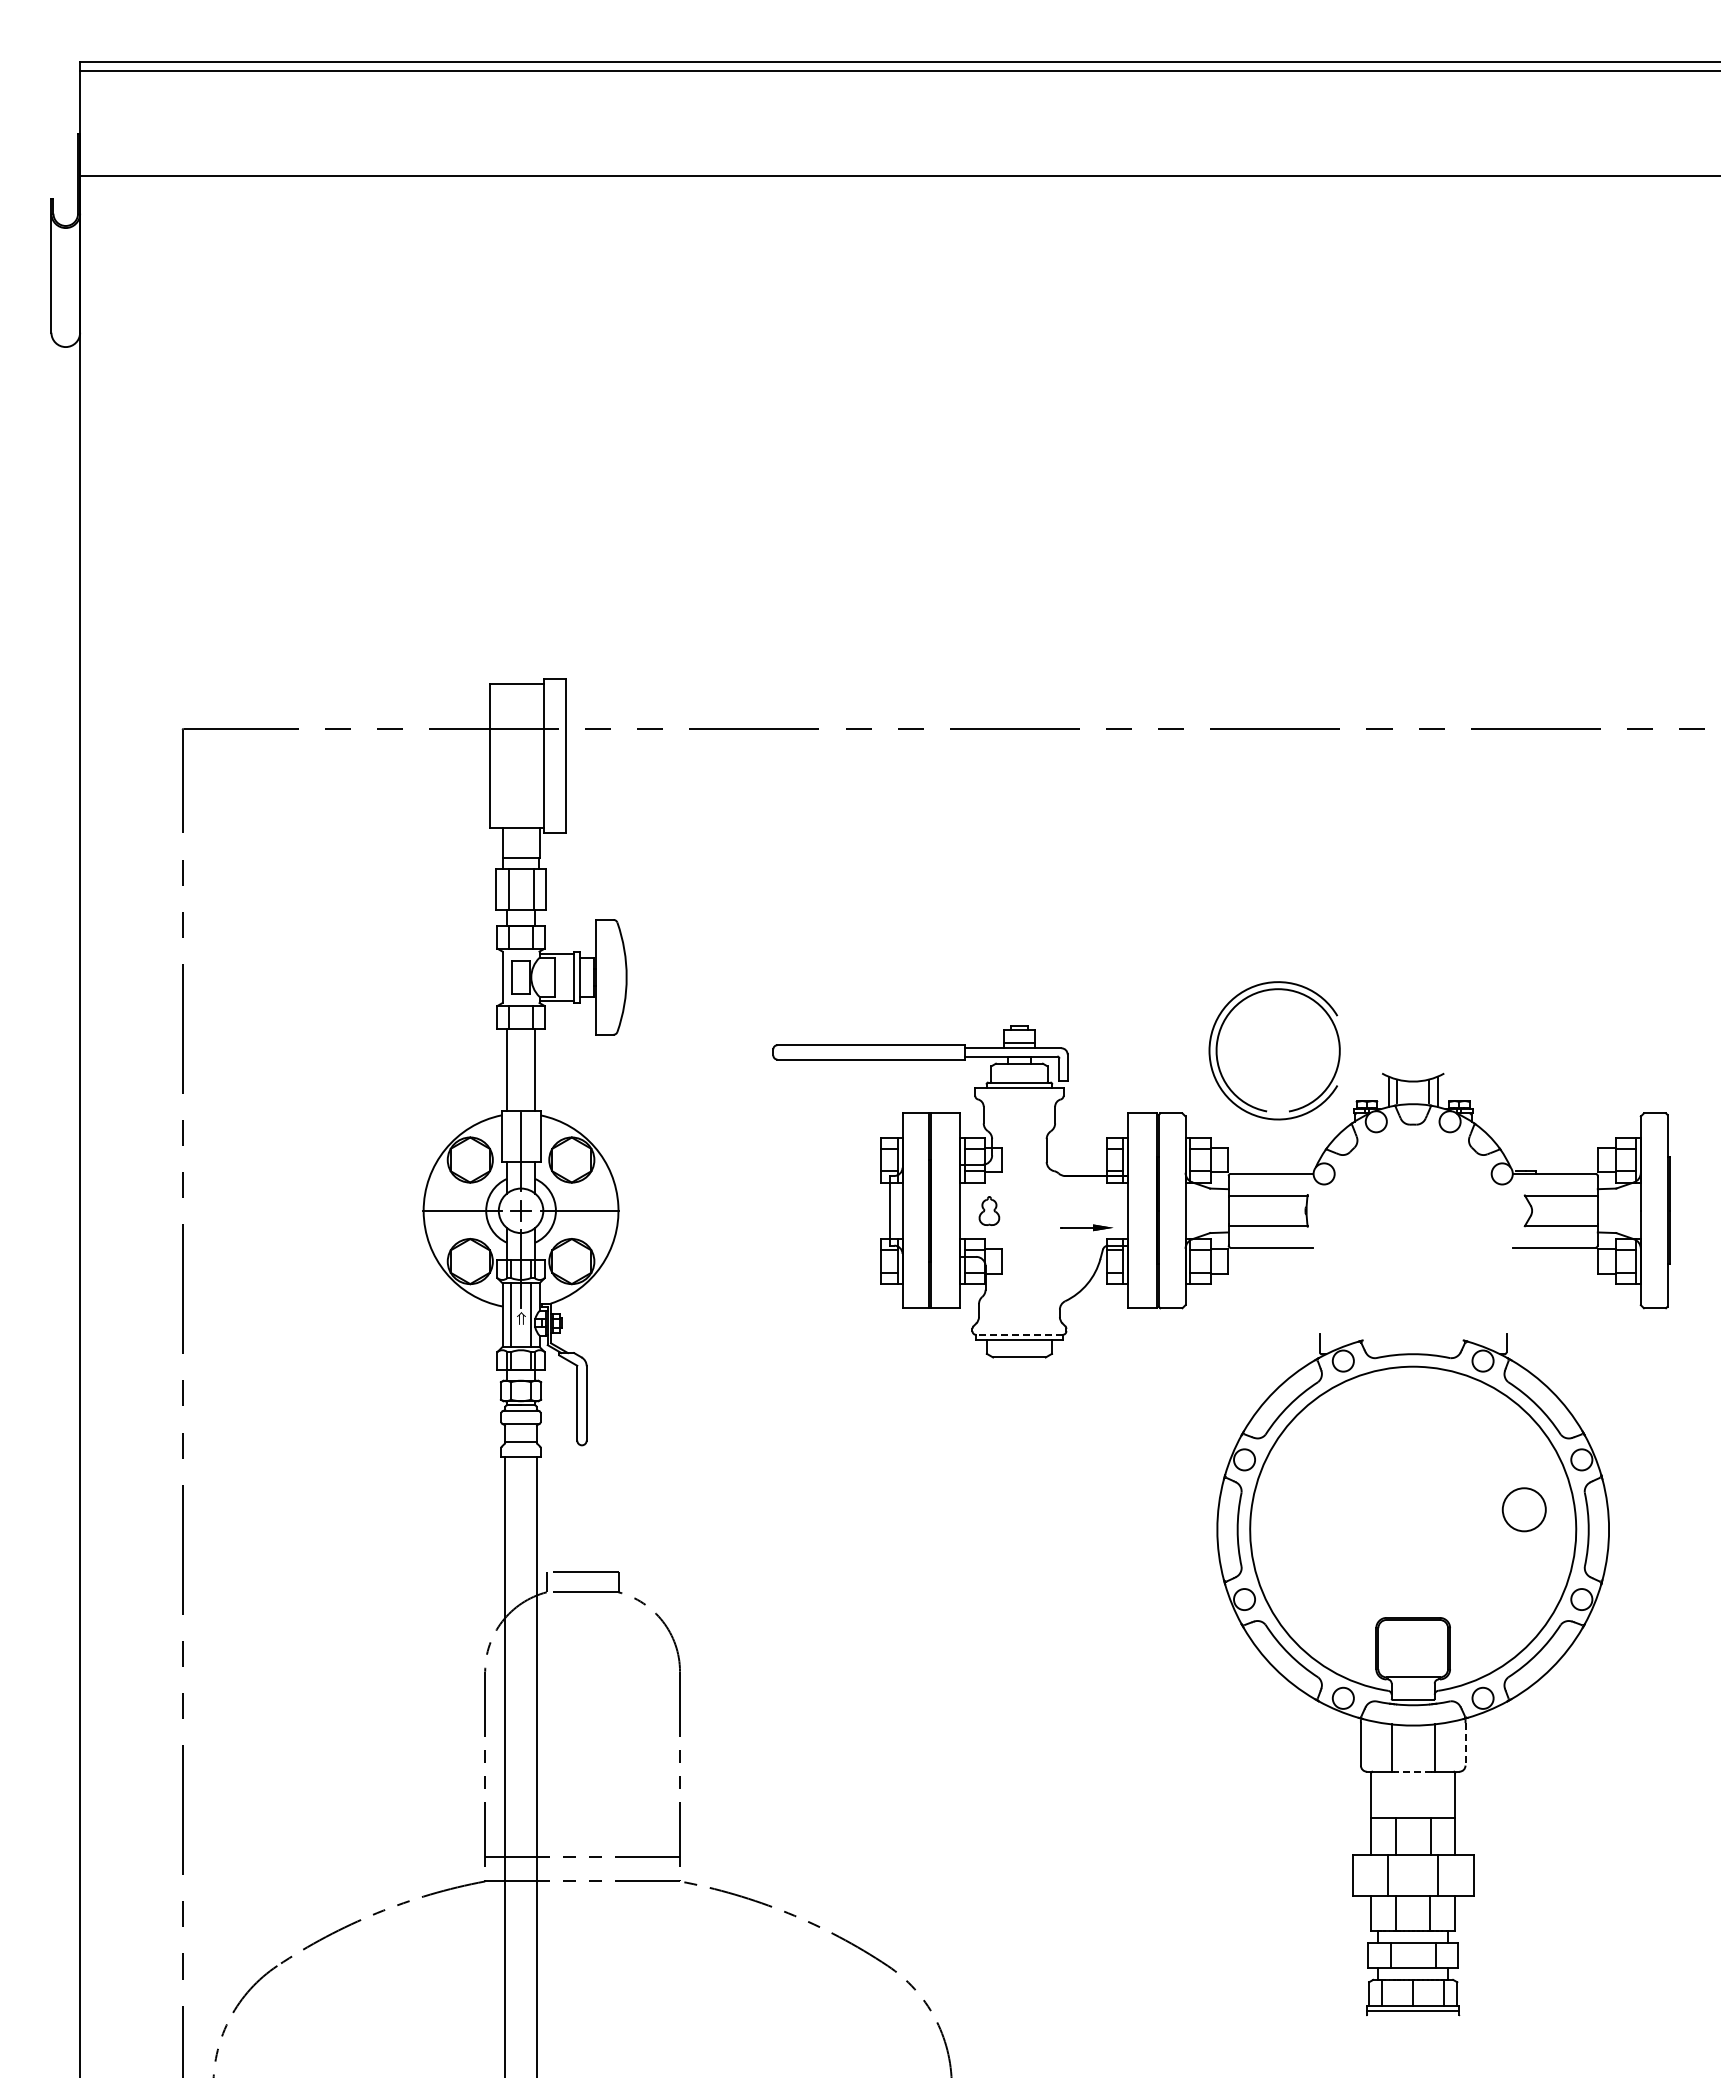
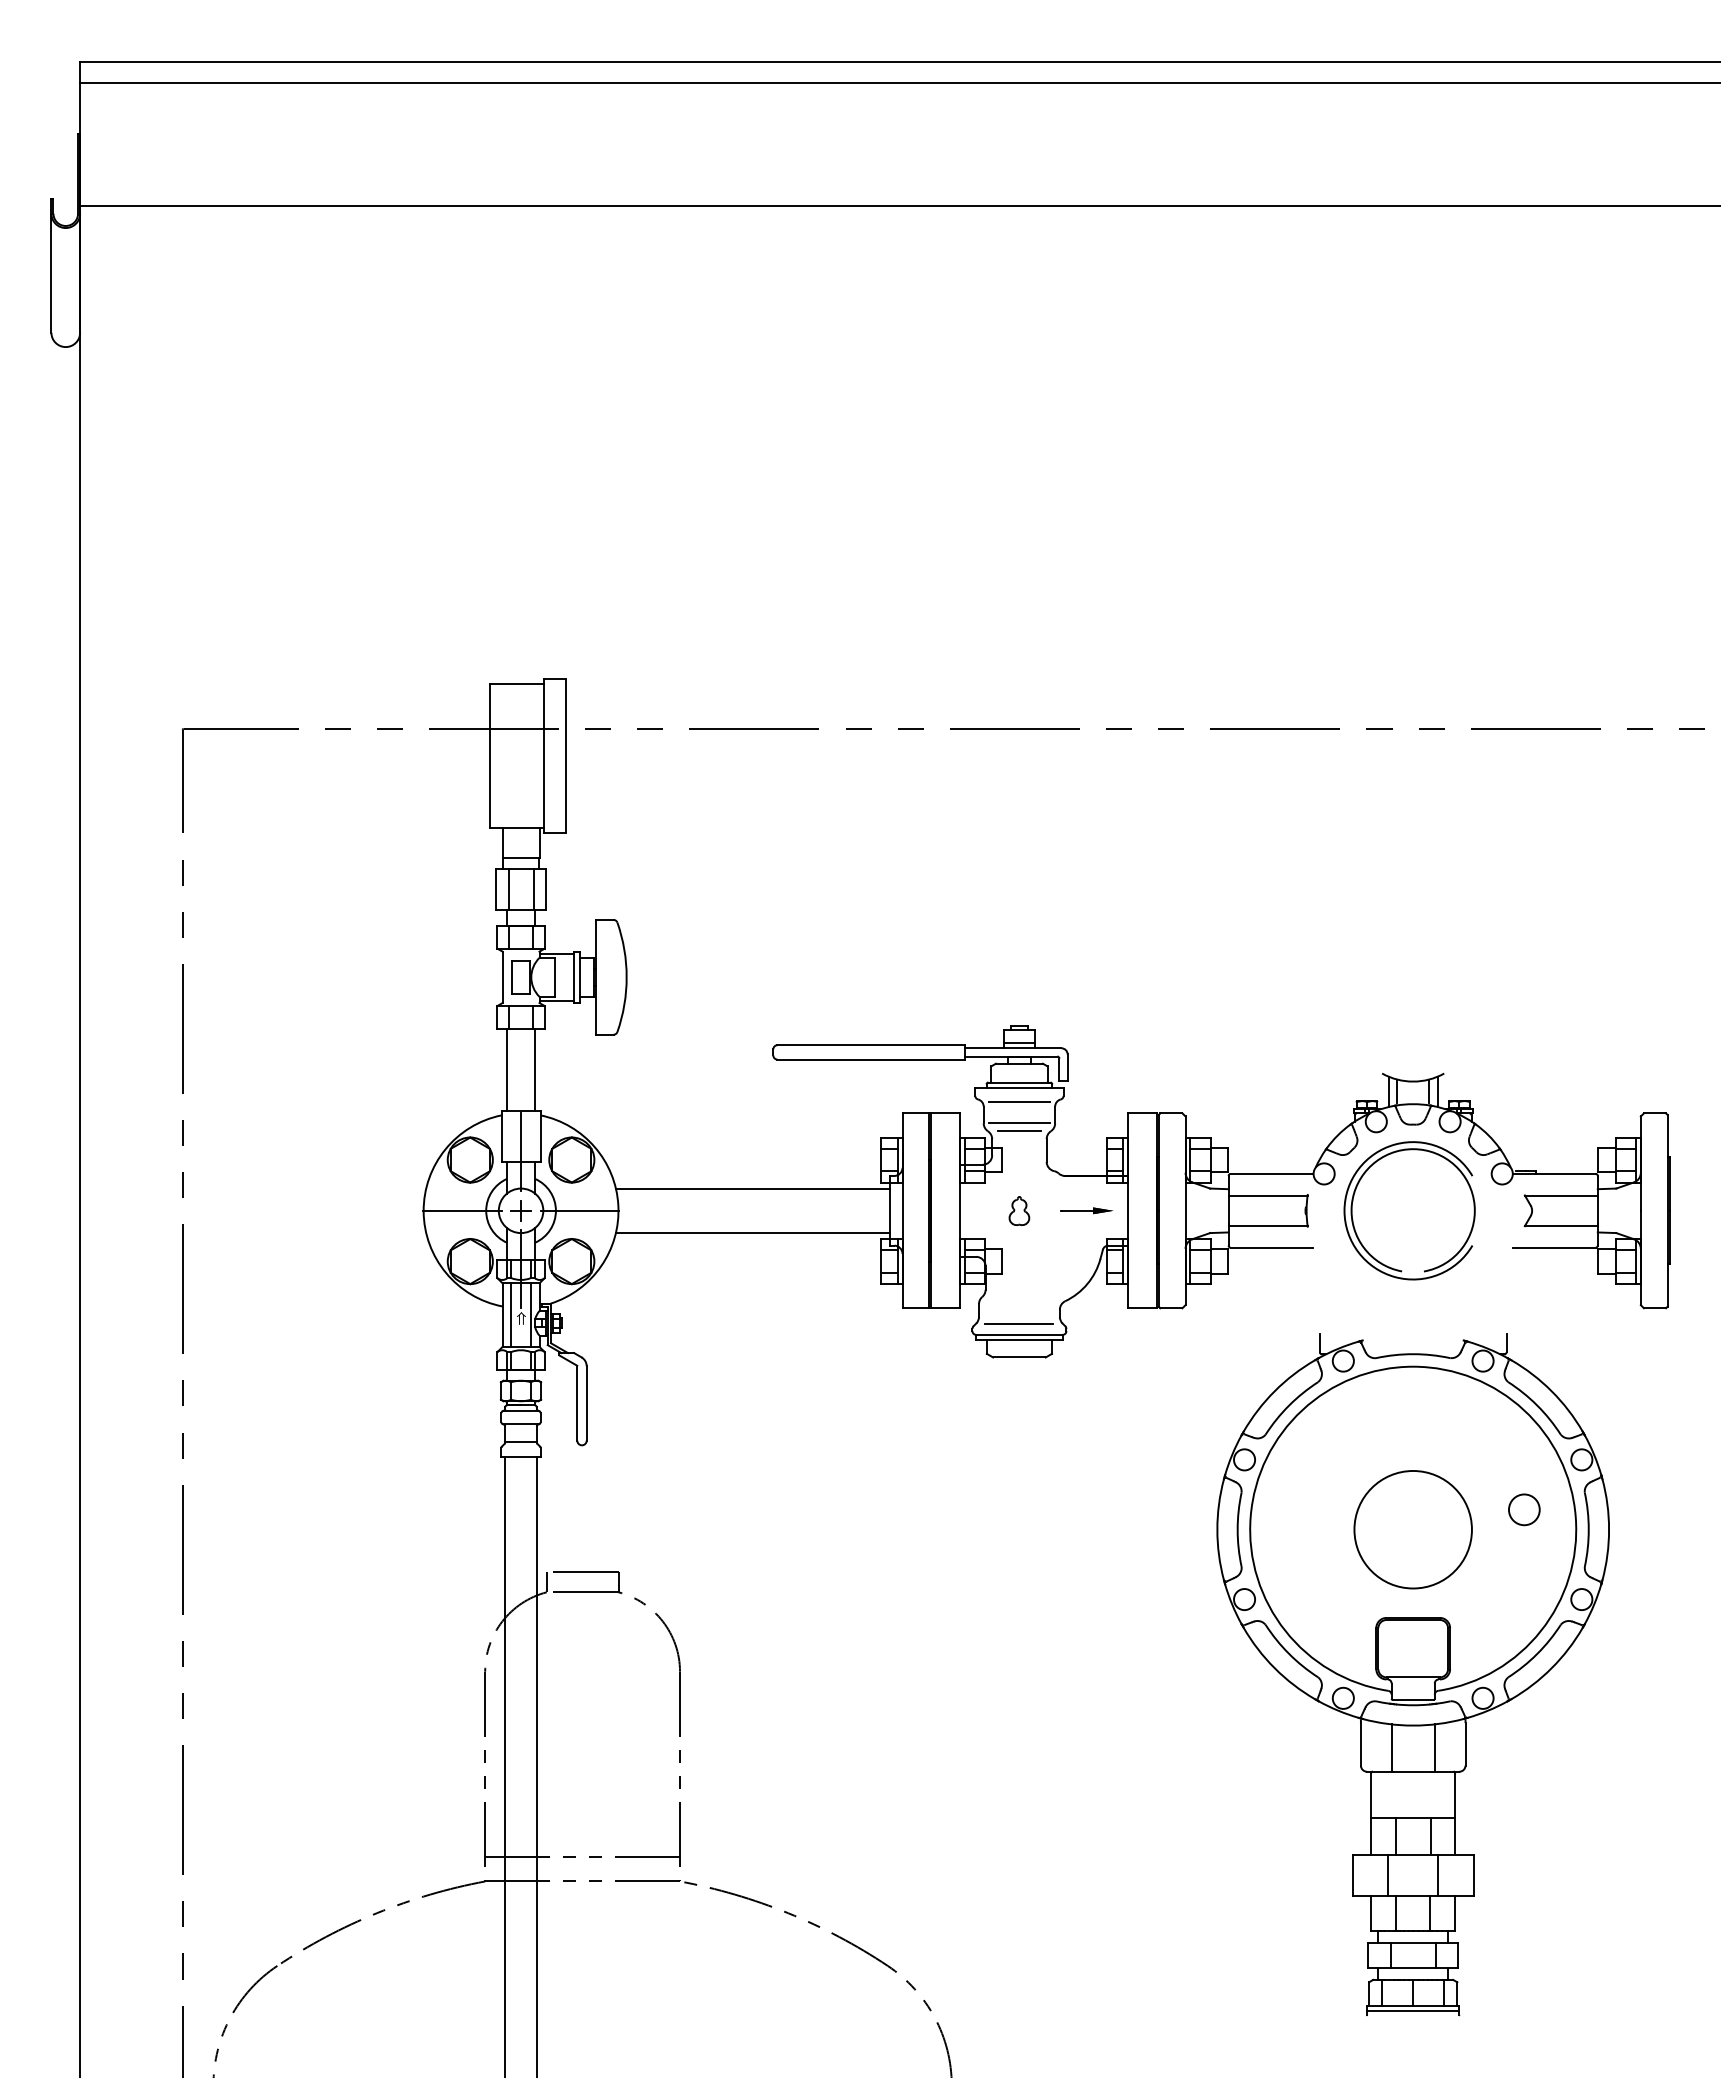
line at (898, 70) position: (898, 70) -> (898, 82)
line at (898, 175) position: (898, 175) -> (898, 205)
part at (1218, 1041) position: (1218, 1041) -> (1353, 1201)
line at (1019, 1101): none -> present
line at (1019, 1123): none -> present
line at (1019, 1131): none -> present
line at (752, 1188): none -> present
part at (989, 1210) position: (989, 1210) -> (1019, 1210)
part at (1086, 1227) position: (1086, 1227) -> (1086, 1210)
line at (752, 1233): none -> present
line at (1018, 1323): none -> present
line at (1018, 1334): dashed -> solid
circle at (1523, 1509) size: 46x46 px -> 33x34 px
circle at (1412, 1529): none -> present
line at (1465, 1744): dashed -> solid
line at (1412, 1771): dashed -> solid
